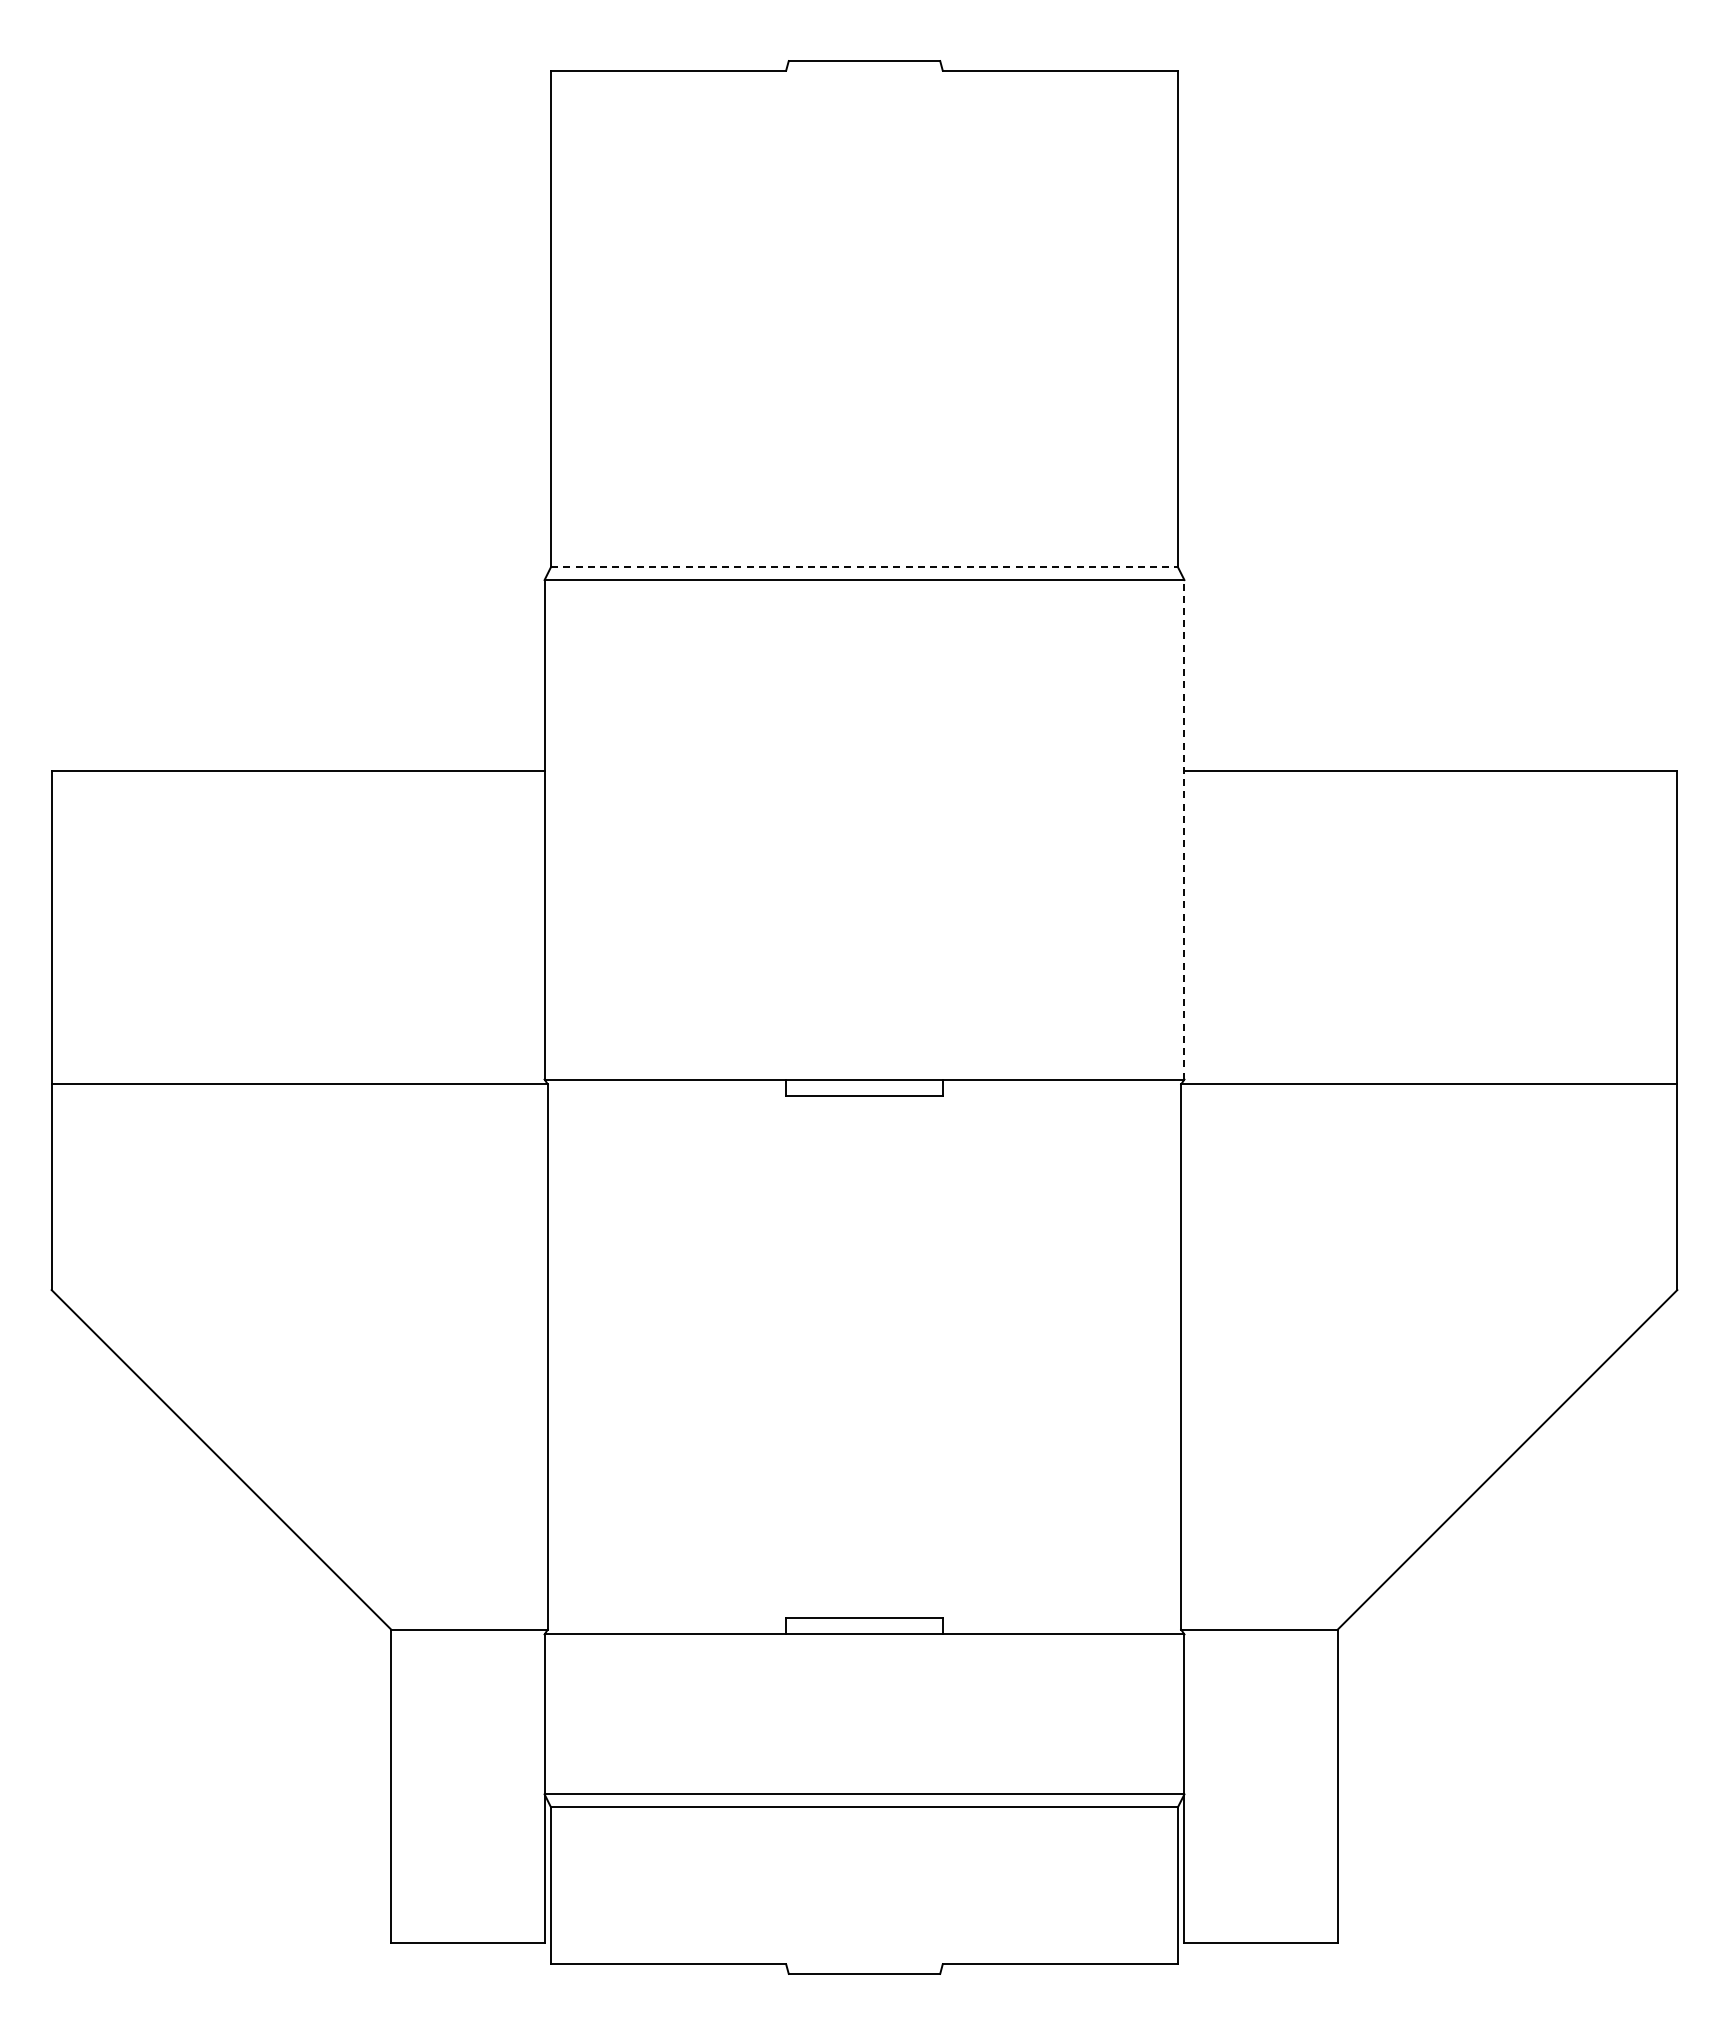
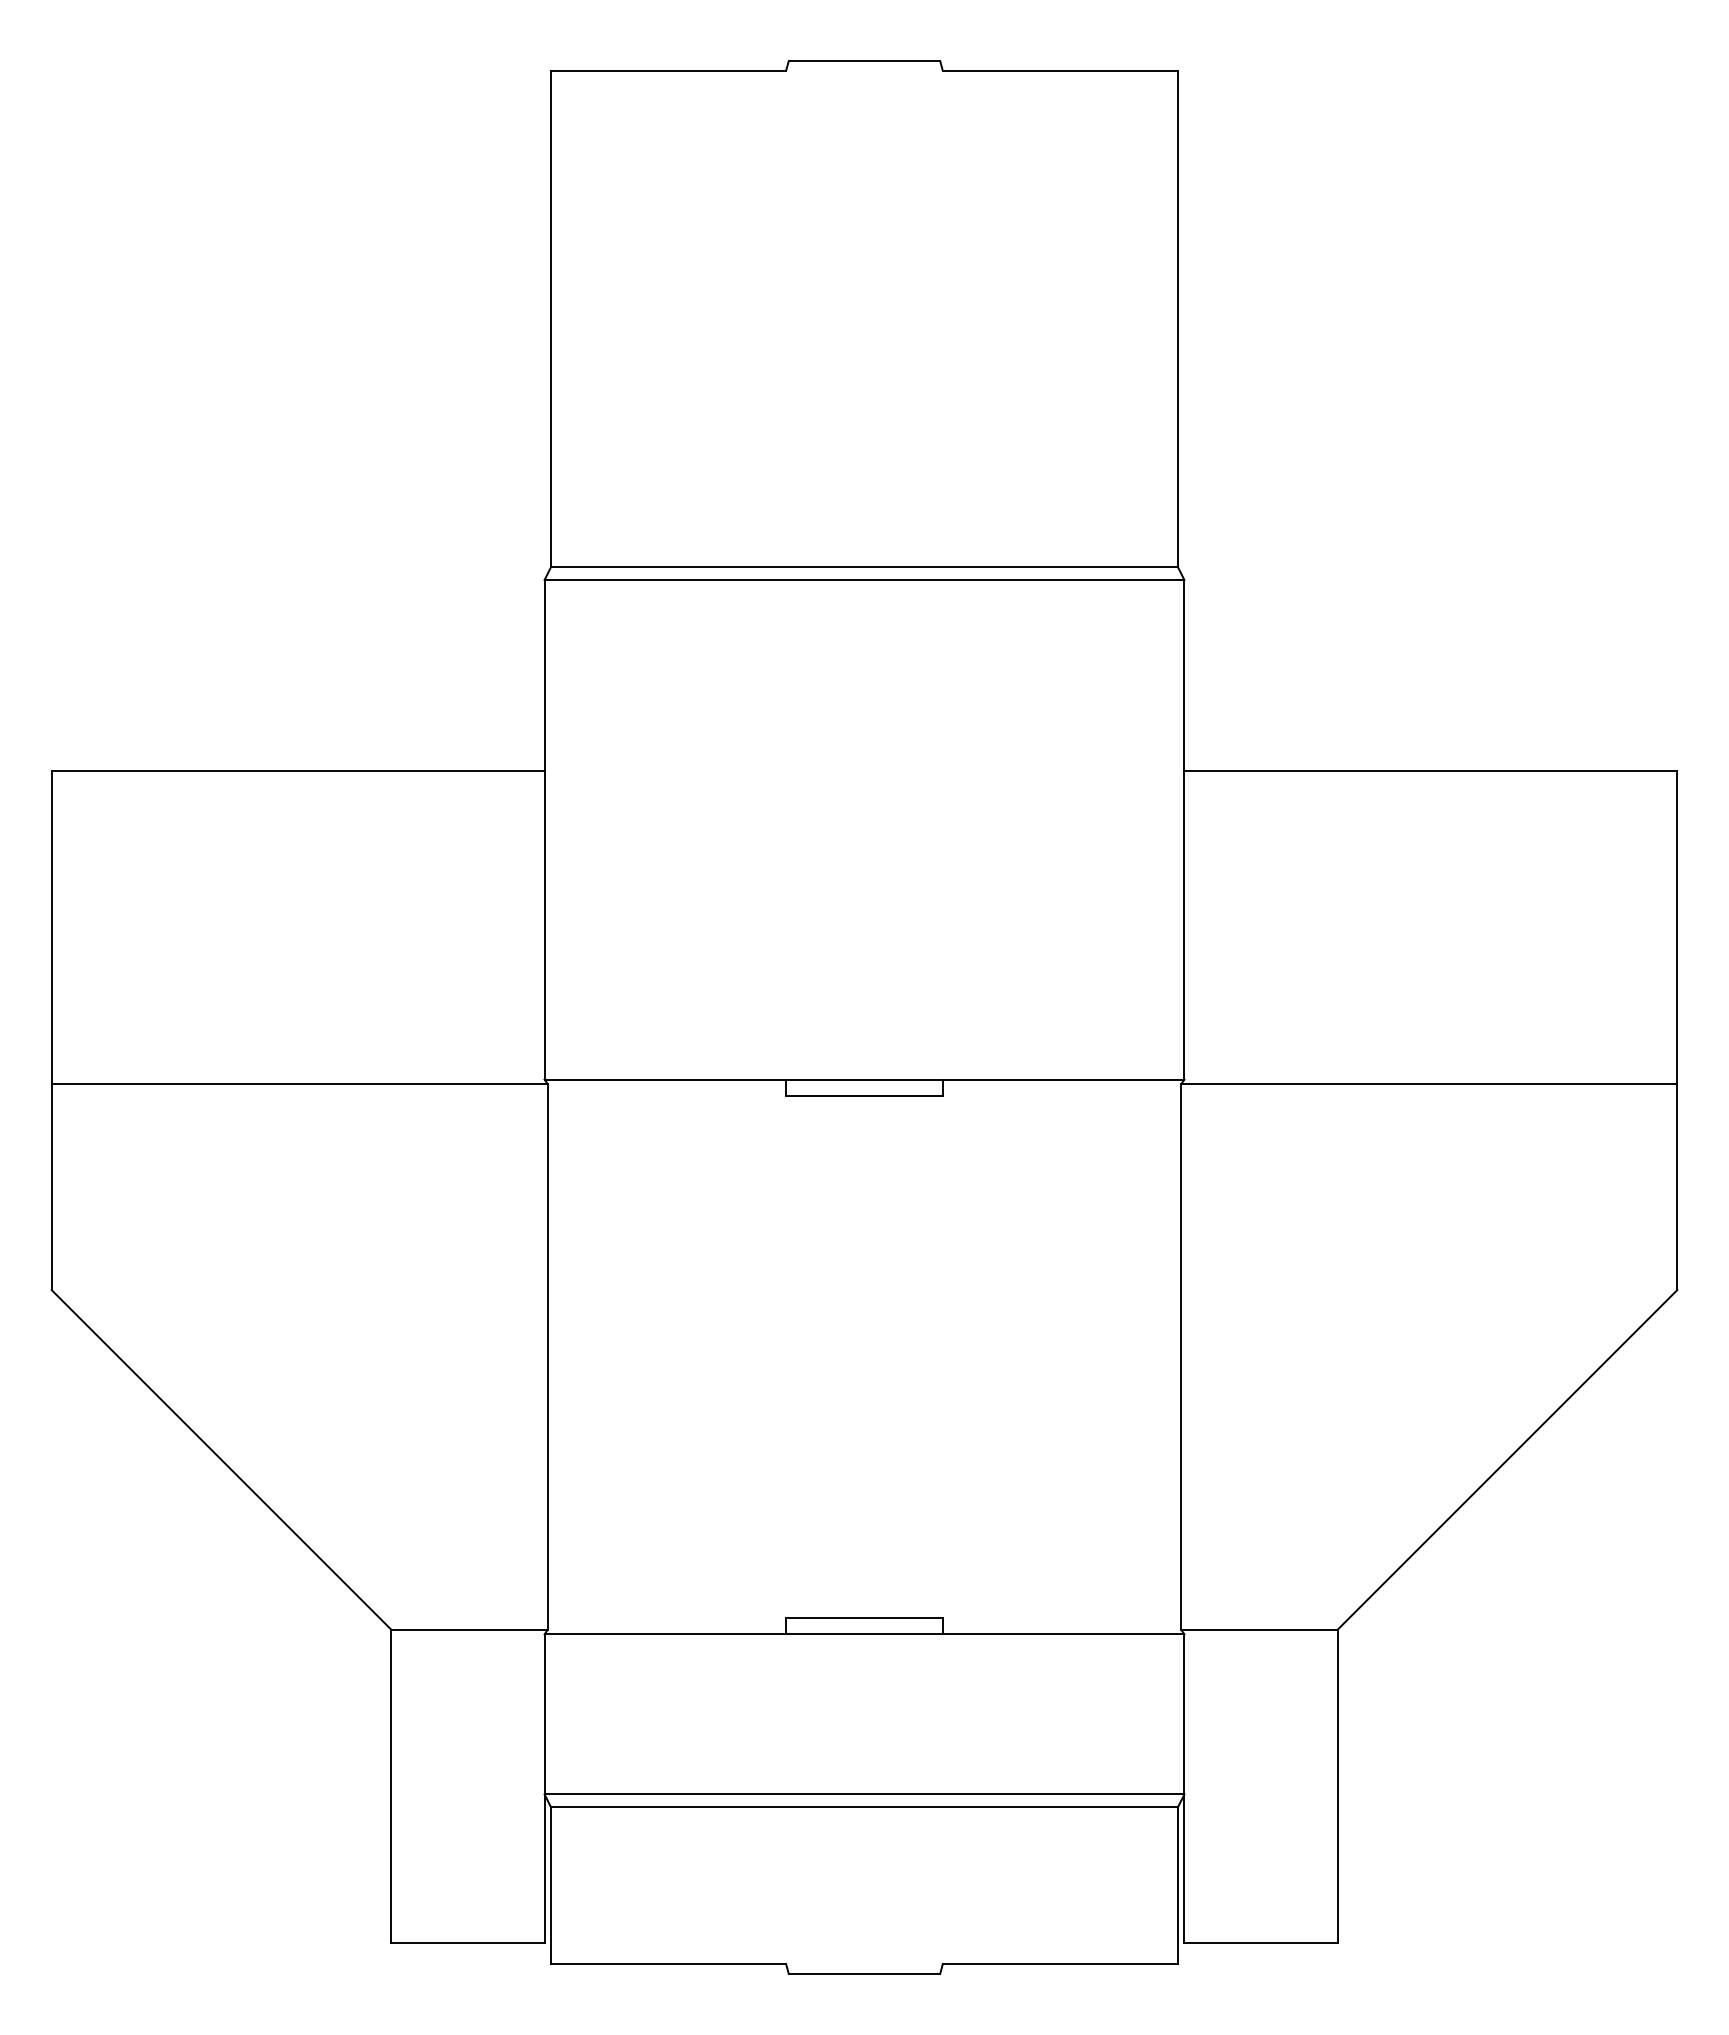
line at (864, 566): dashed -> solid
line at (1184, 829): dashed -> solid
